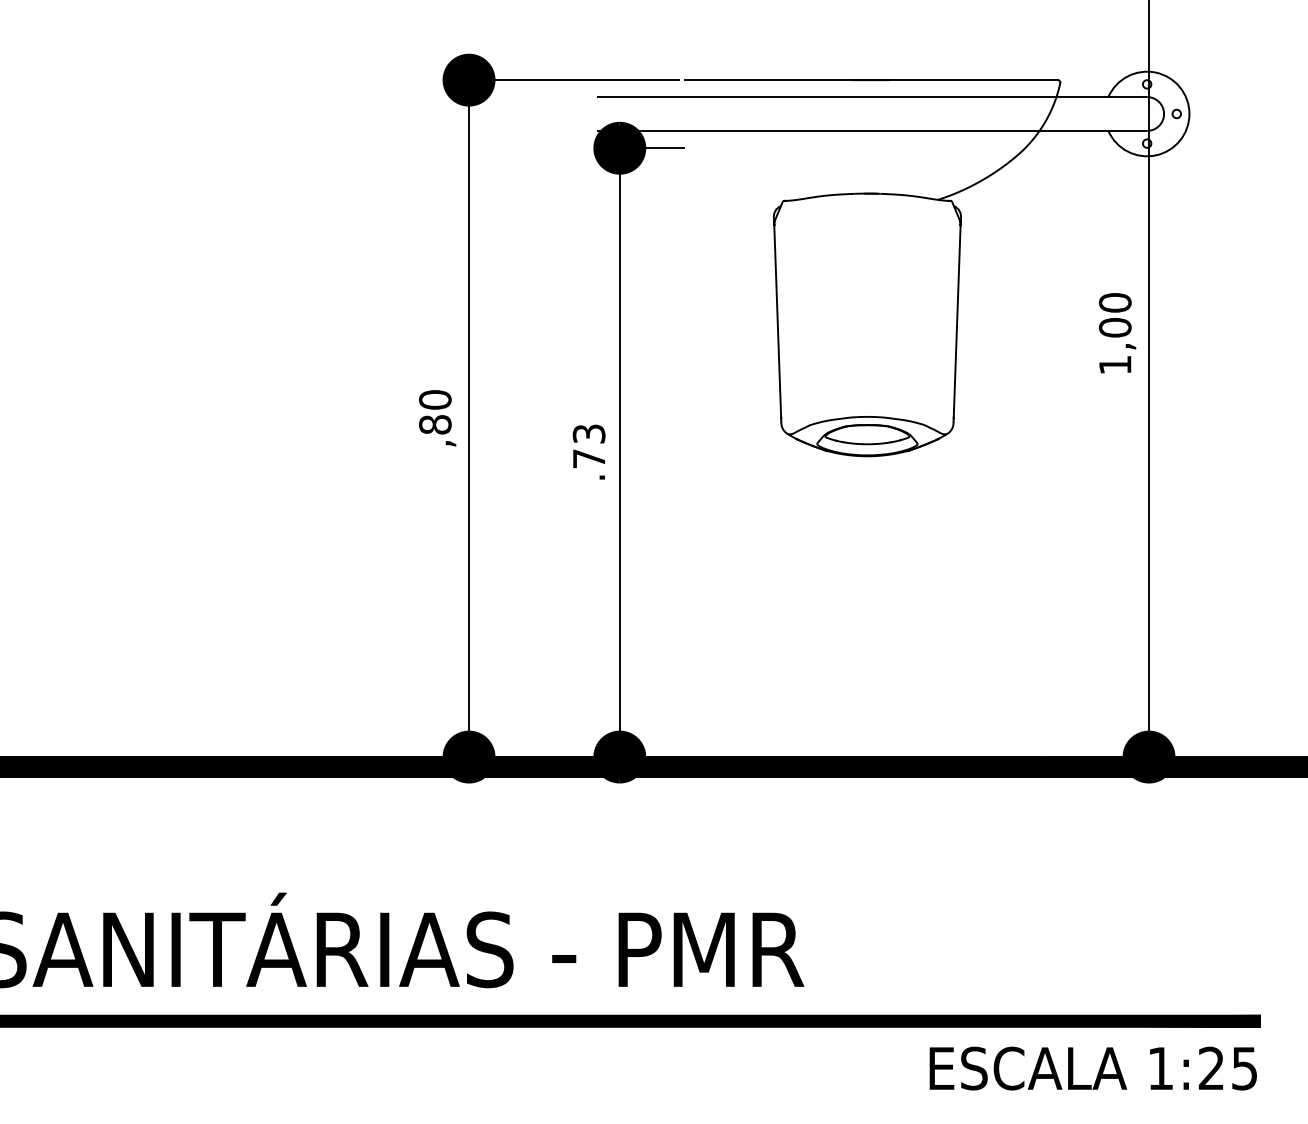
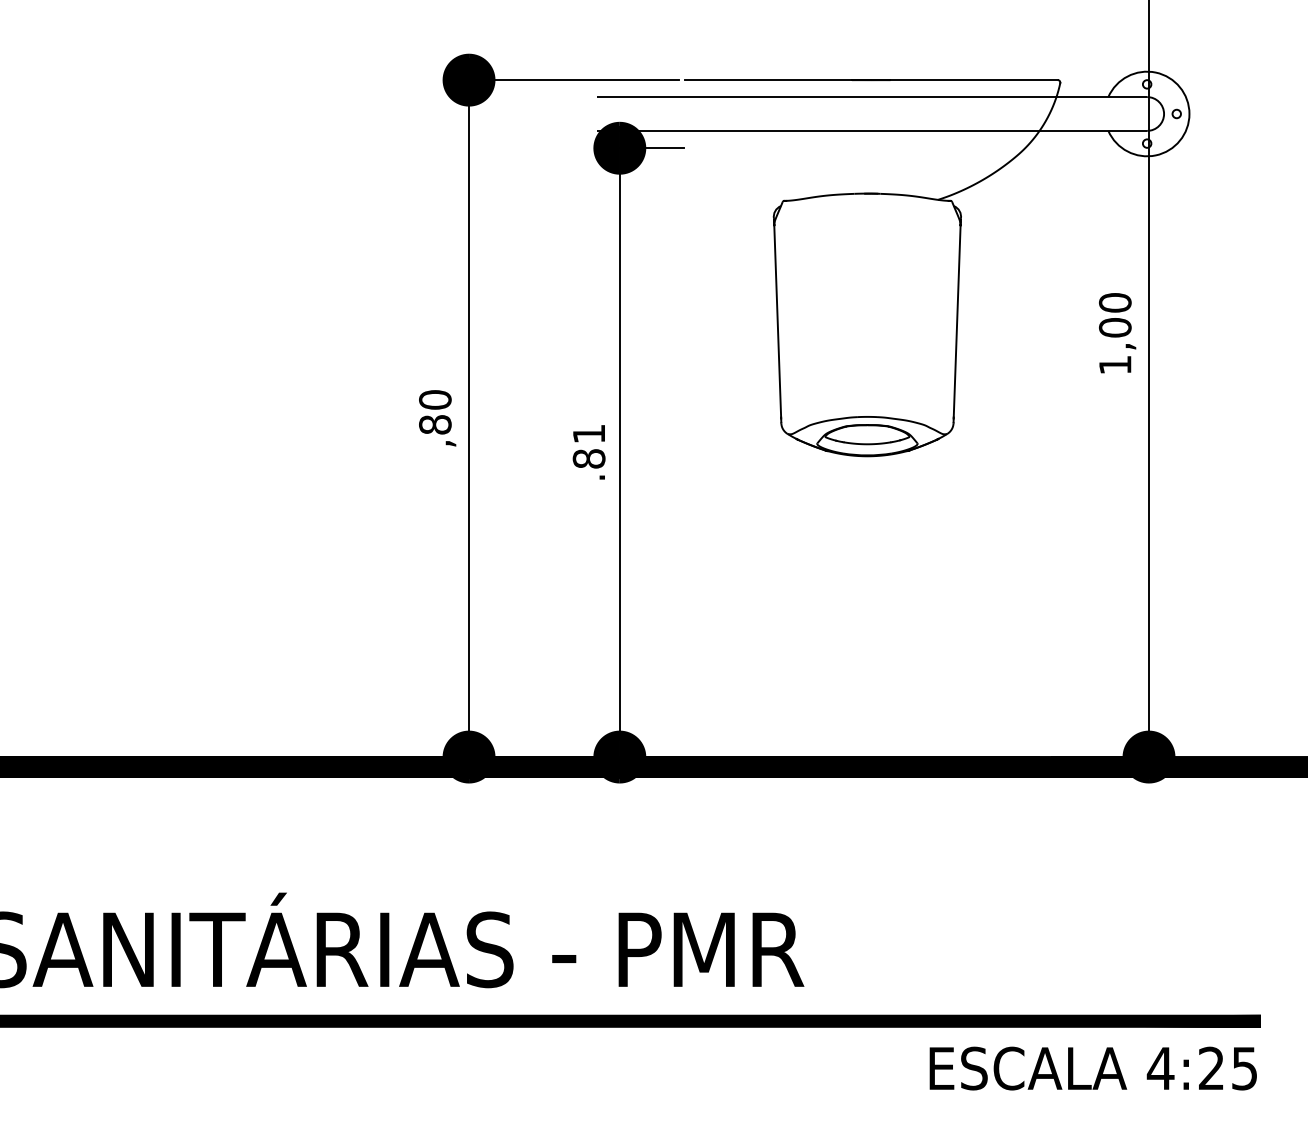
text at (588, 446): .73 -> .81
text at (1160, 1068): 1:25 -> 4:25
